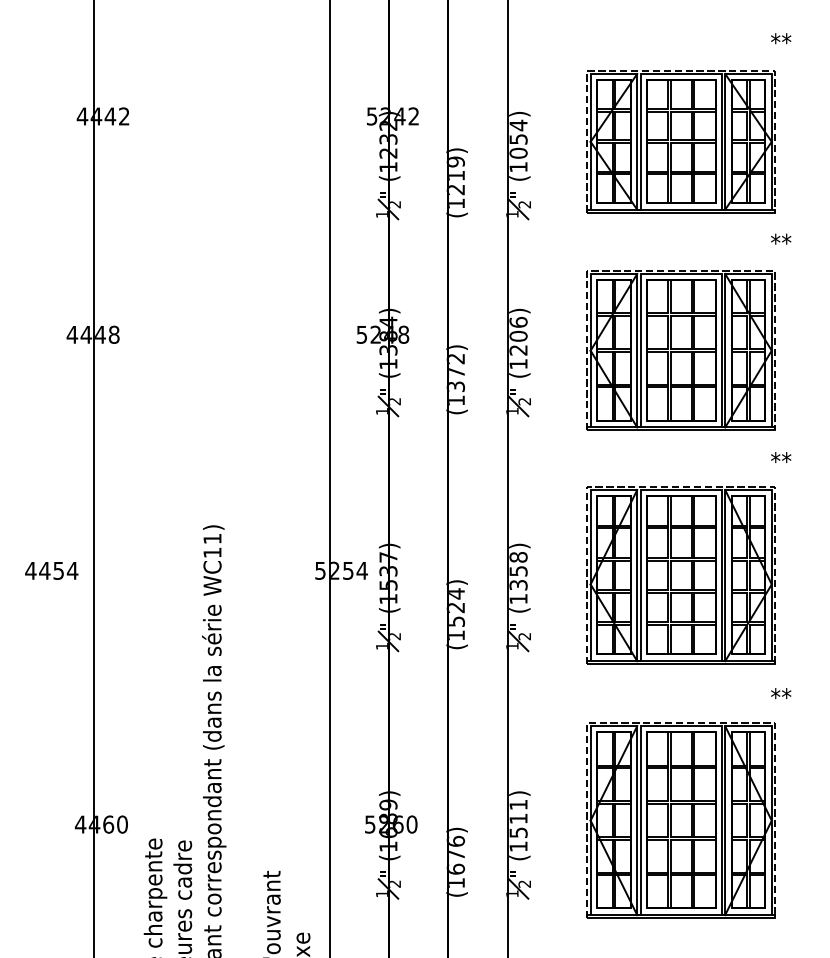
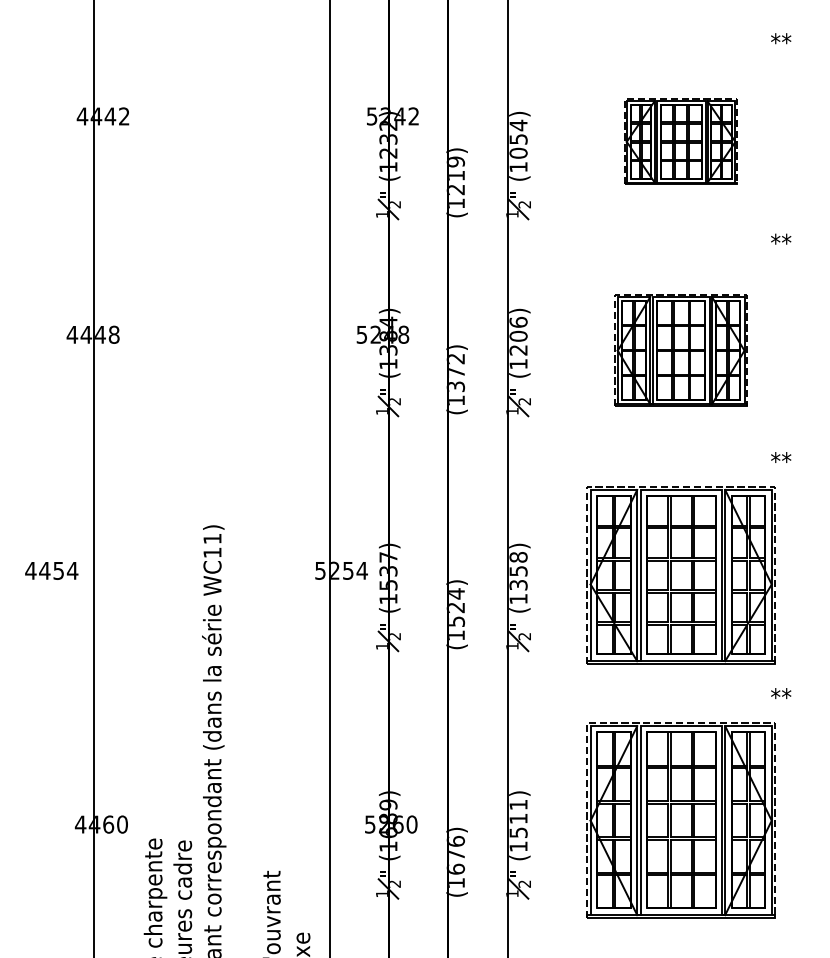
part at (680, 141) size: 190x144 px -> 114x87 px
part at (680, 350) size: 190x161 px -> 134x113 px
